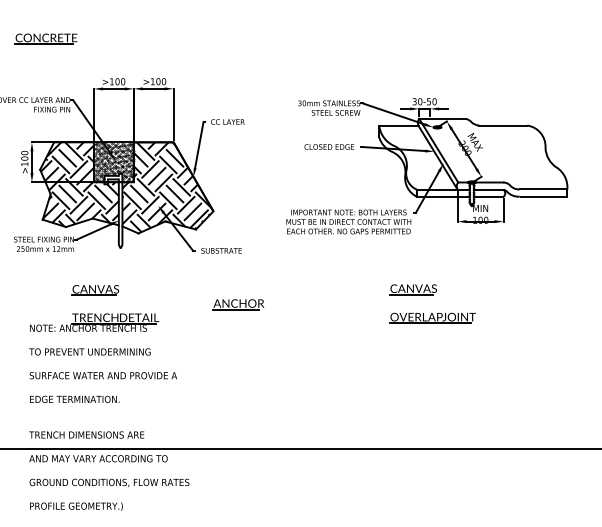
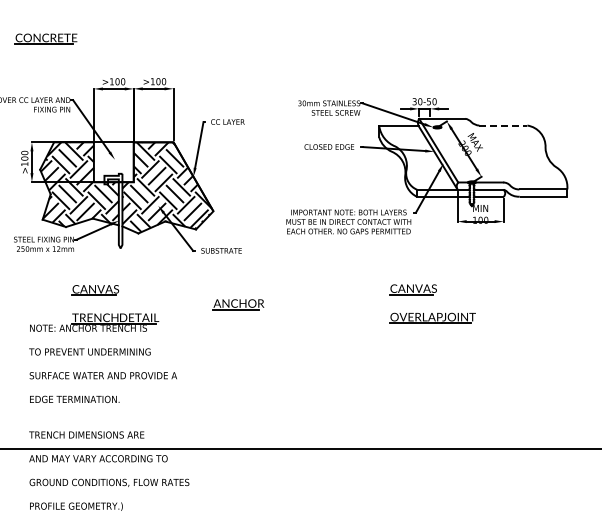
line at (503, 125): solid -> dashed
hatch at (113, 162): present -> none
